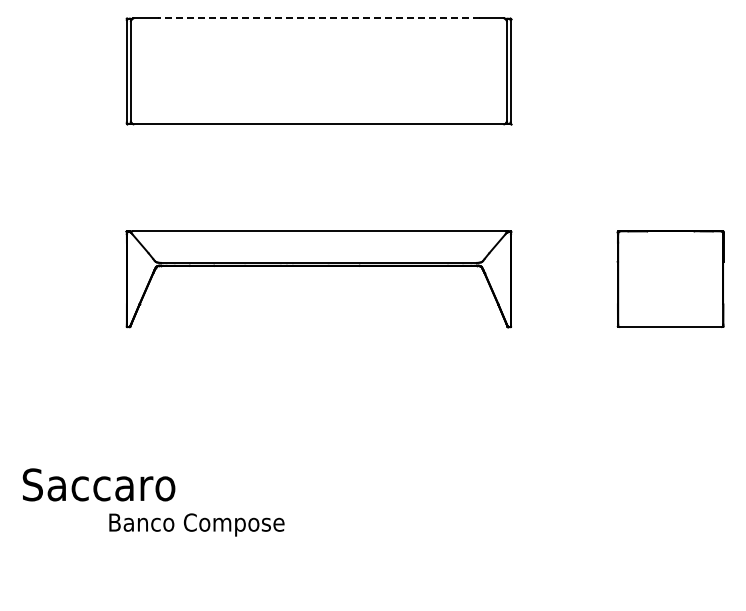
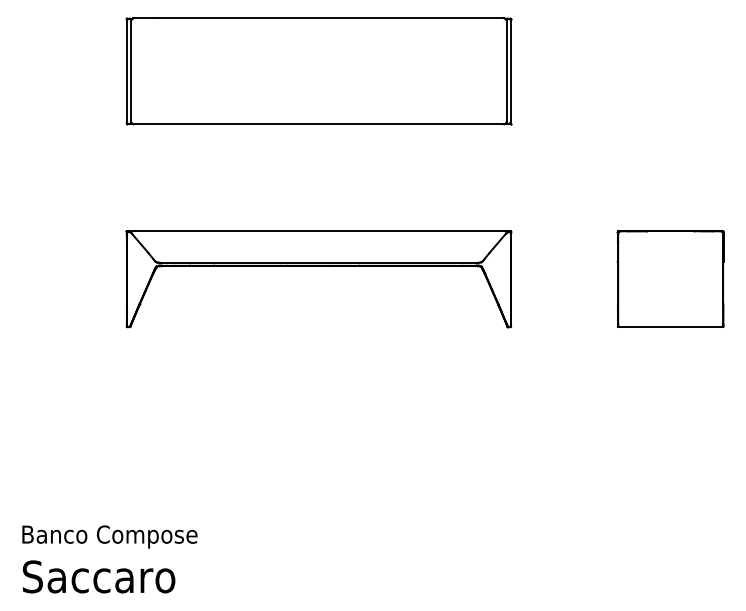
line at (318, 18): dashed -> solid
text at (98, 484) position: (98, 484) -> (98, 576)
text at (196, 524) position: (196, 524) -> (109, 536)
